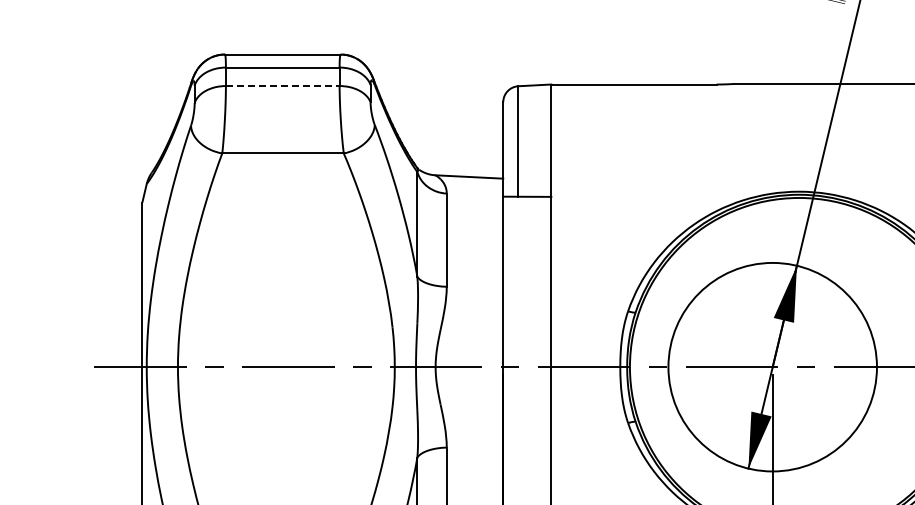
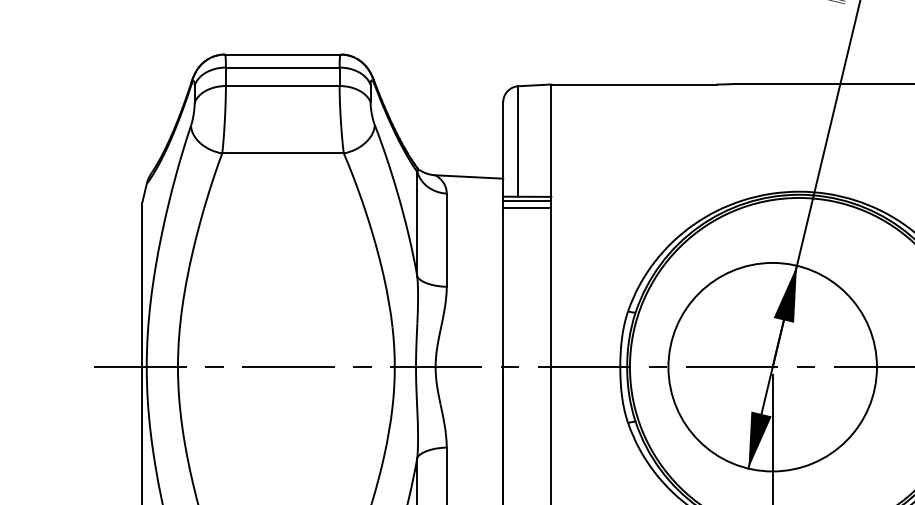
line at (282, 86): dashed -> solid
line at (527, 201): none -> present
line at (527, 208): none -> present
